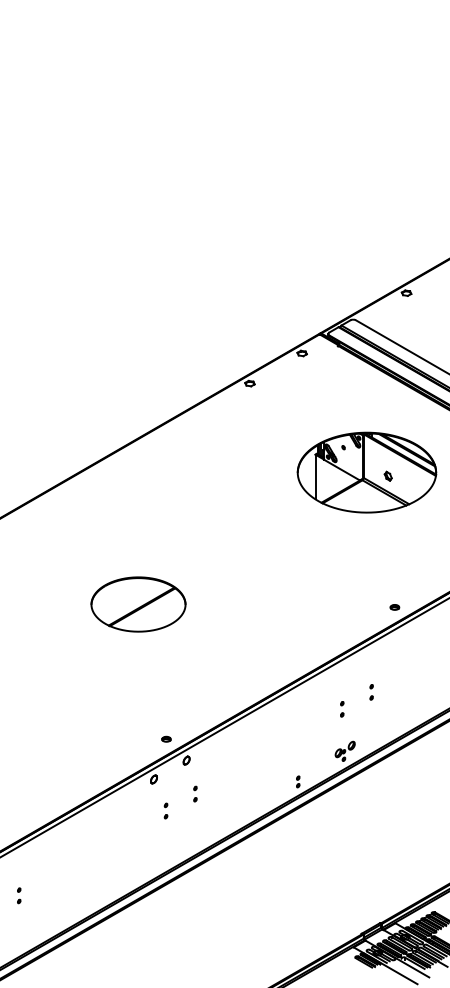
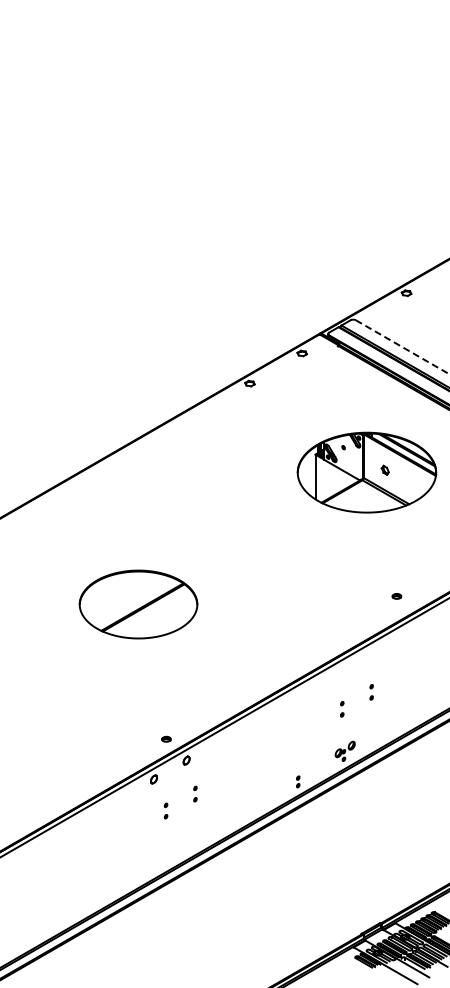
line at (402, 347): solid -> dashed
part at (387, 475) position: (387, 475) -> (384, 469)
part at (138, 604) size: 97x57 px -> 121x71 px
part at (394, 607) position: (394, 607) -> (396, 596)
part at (19, 895): present -> none
